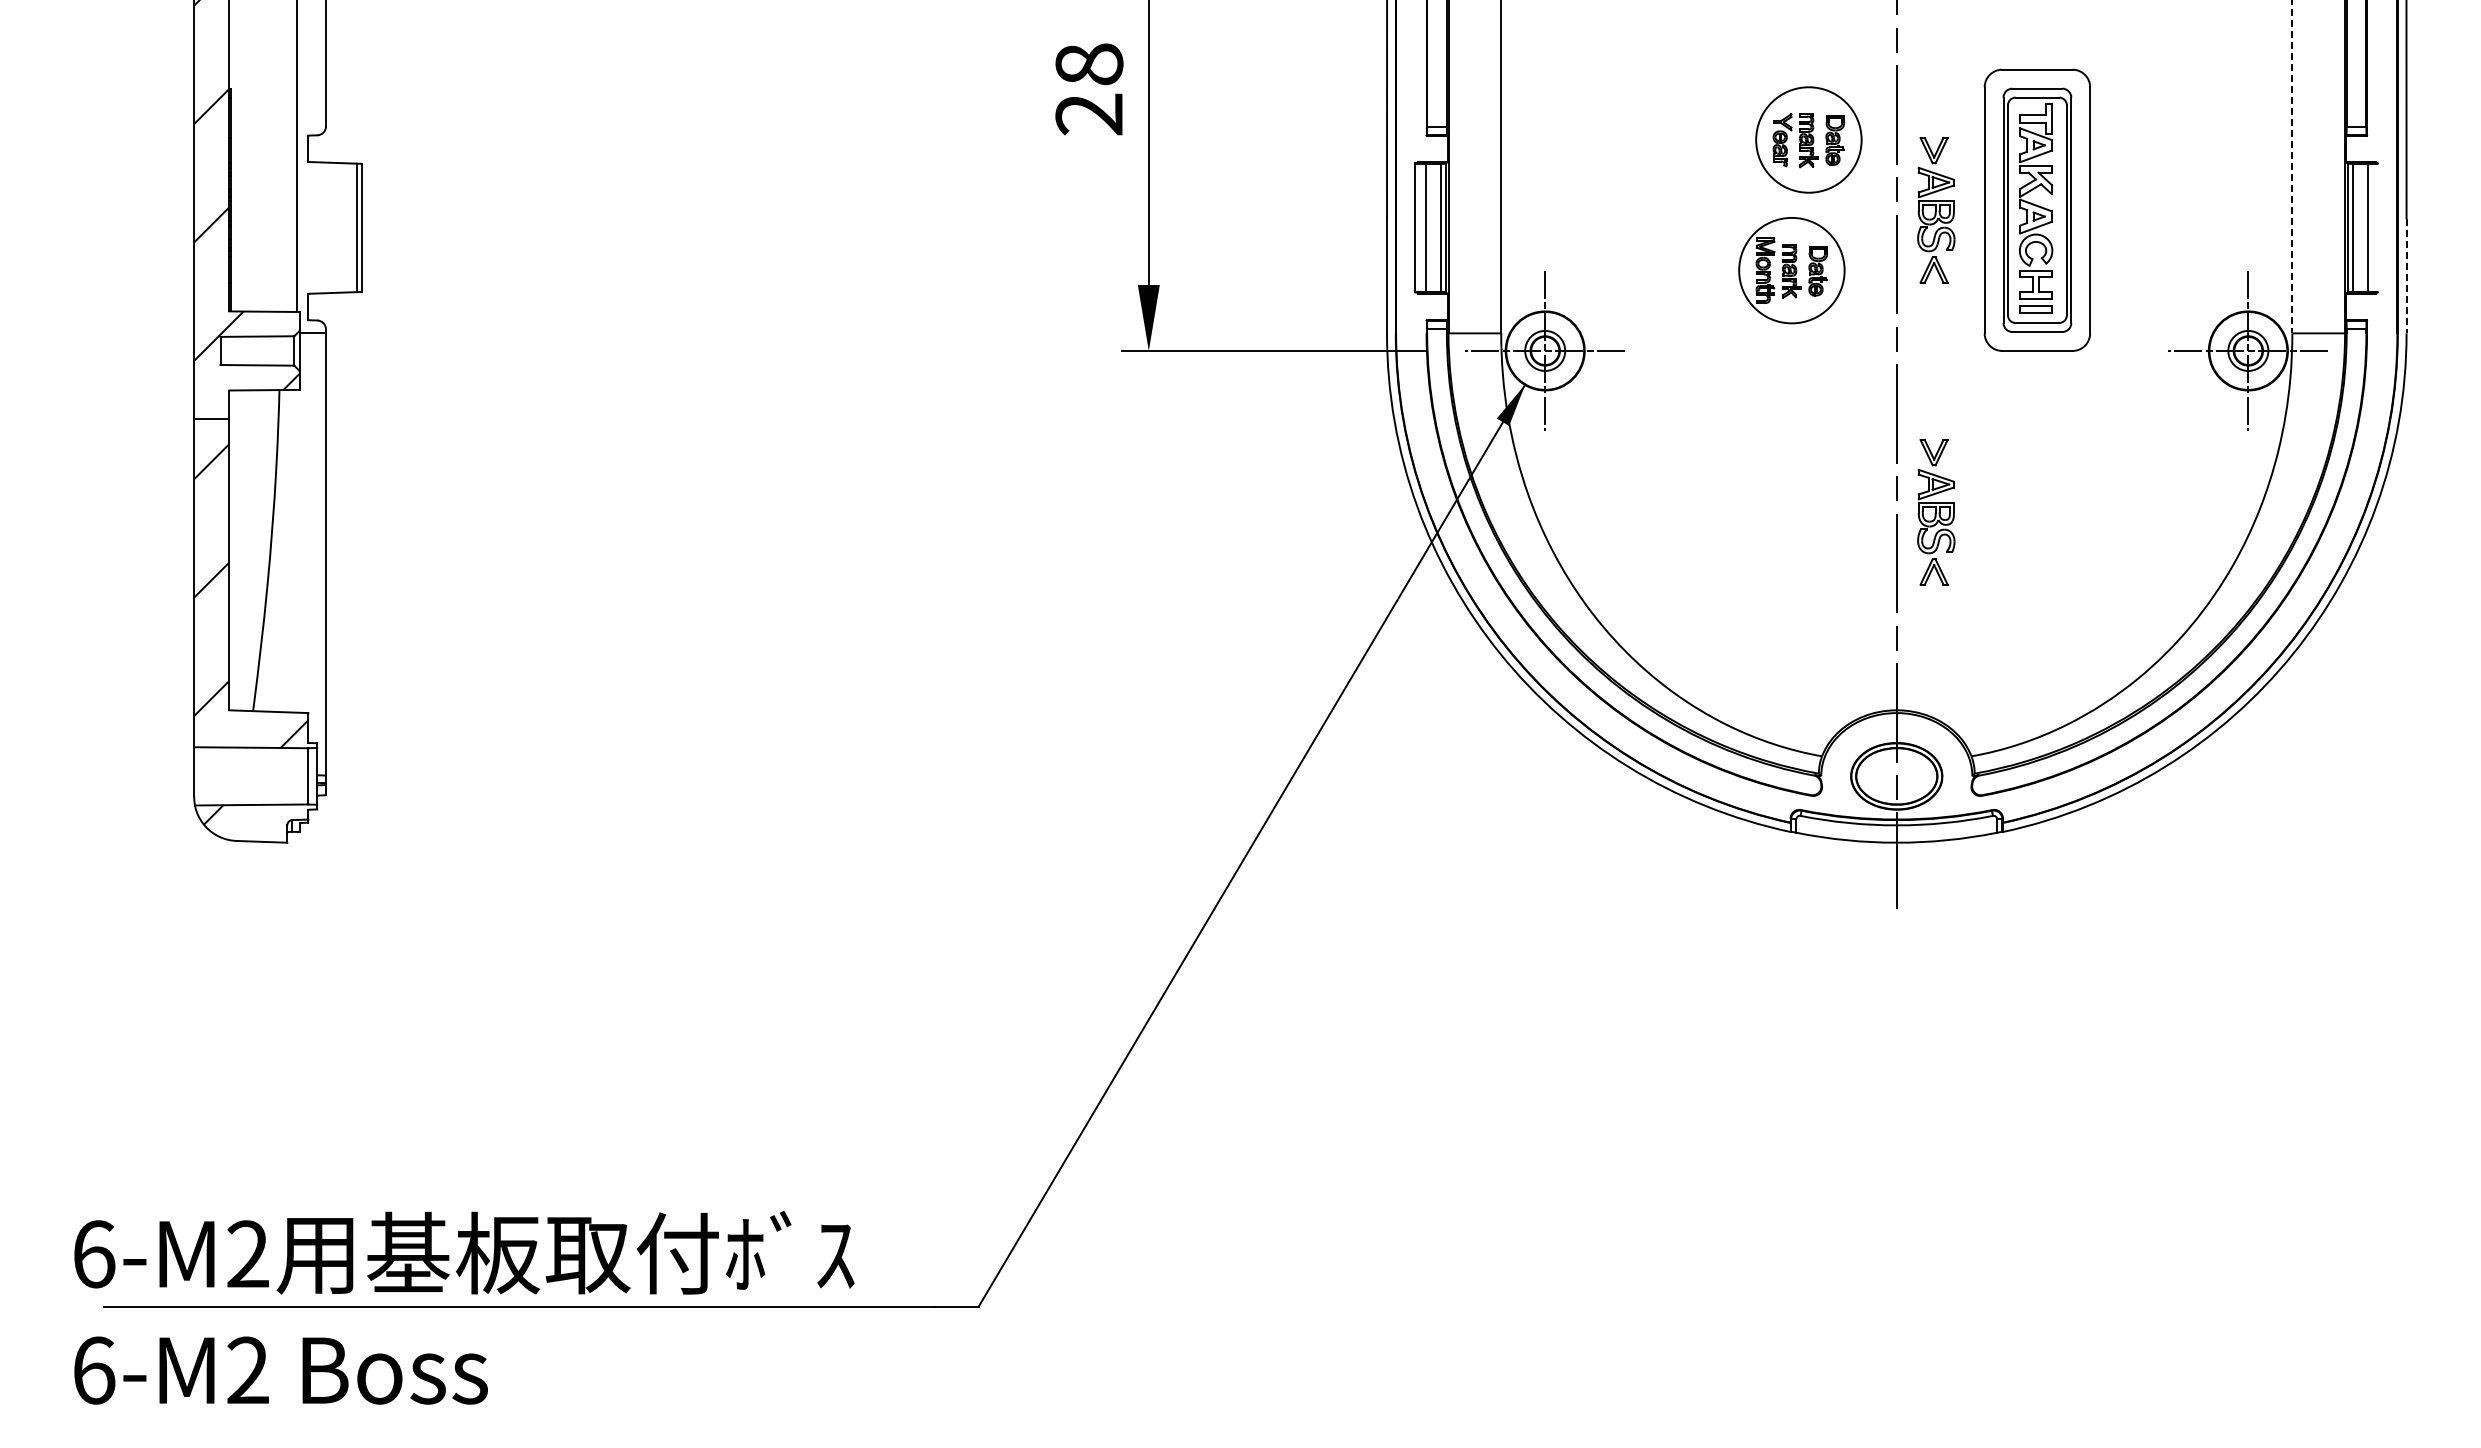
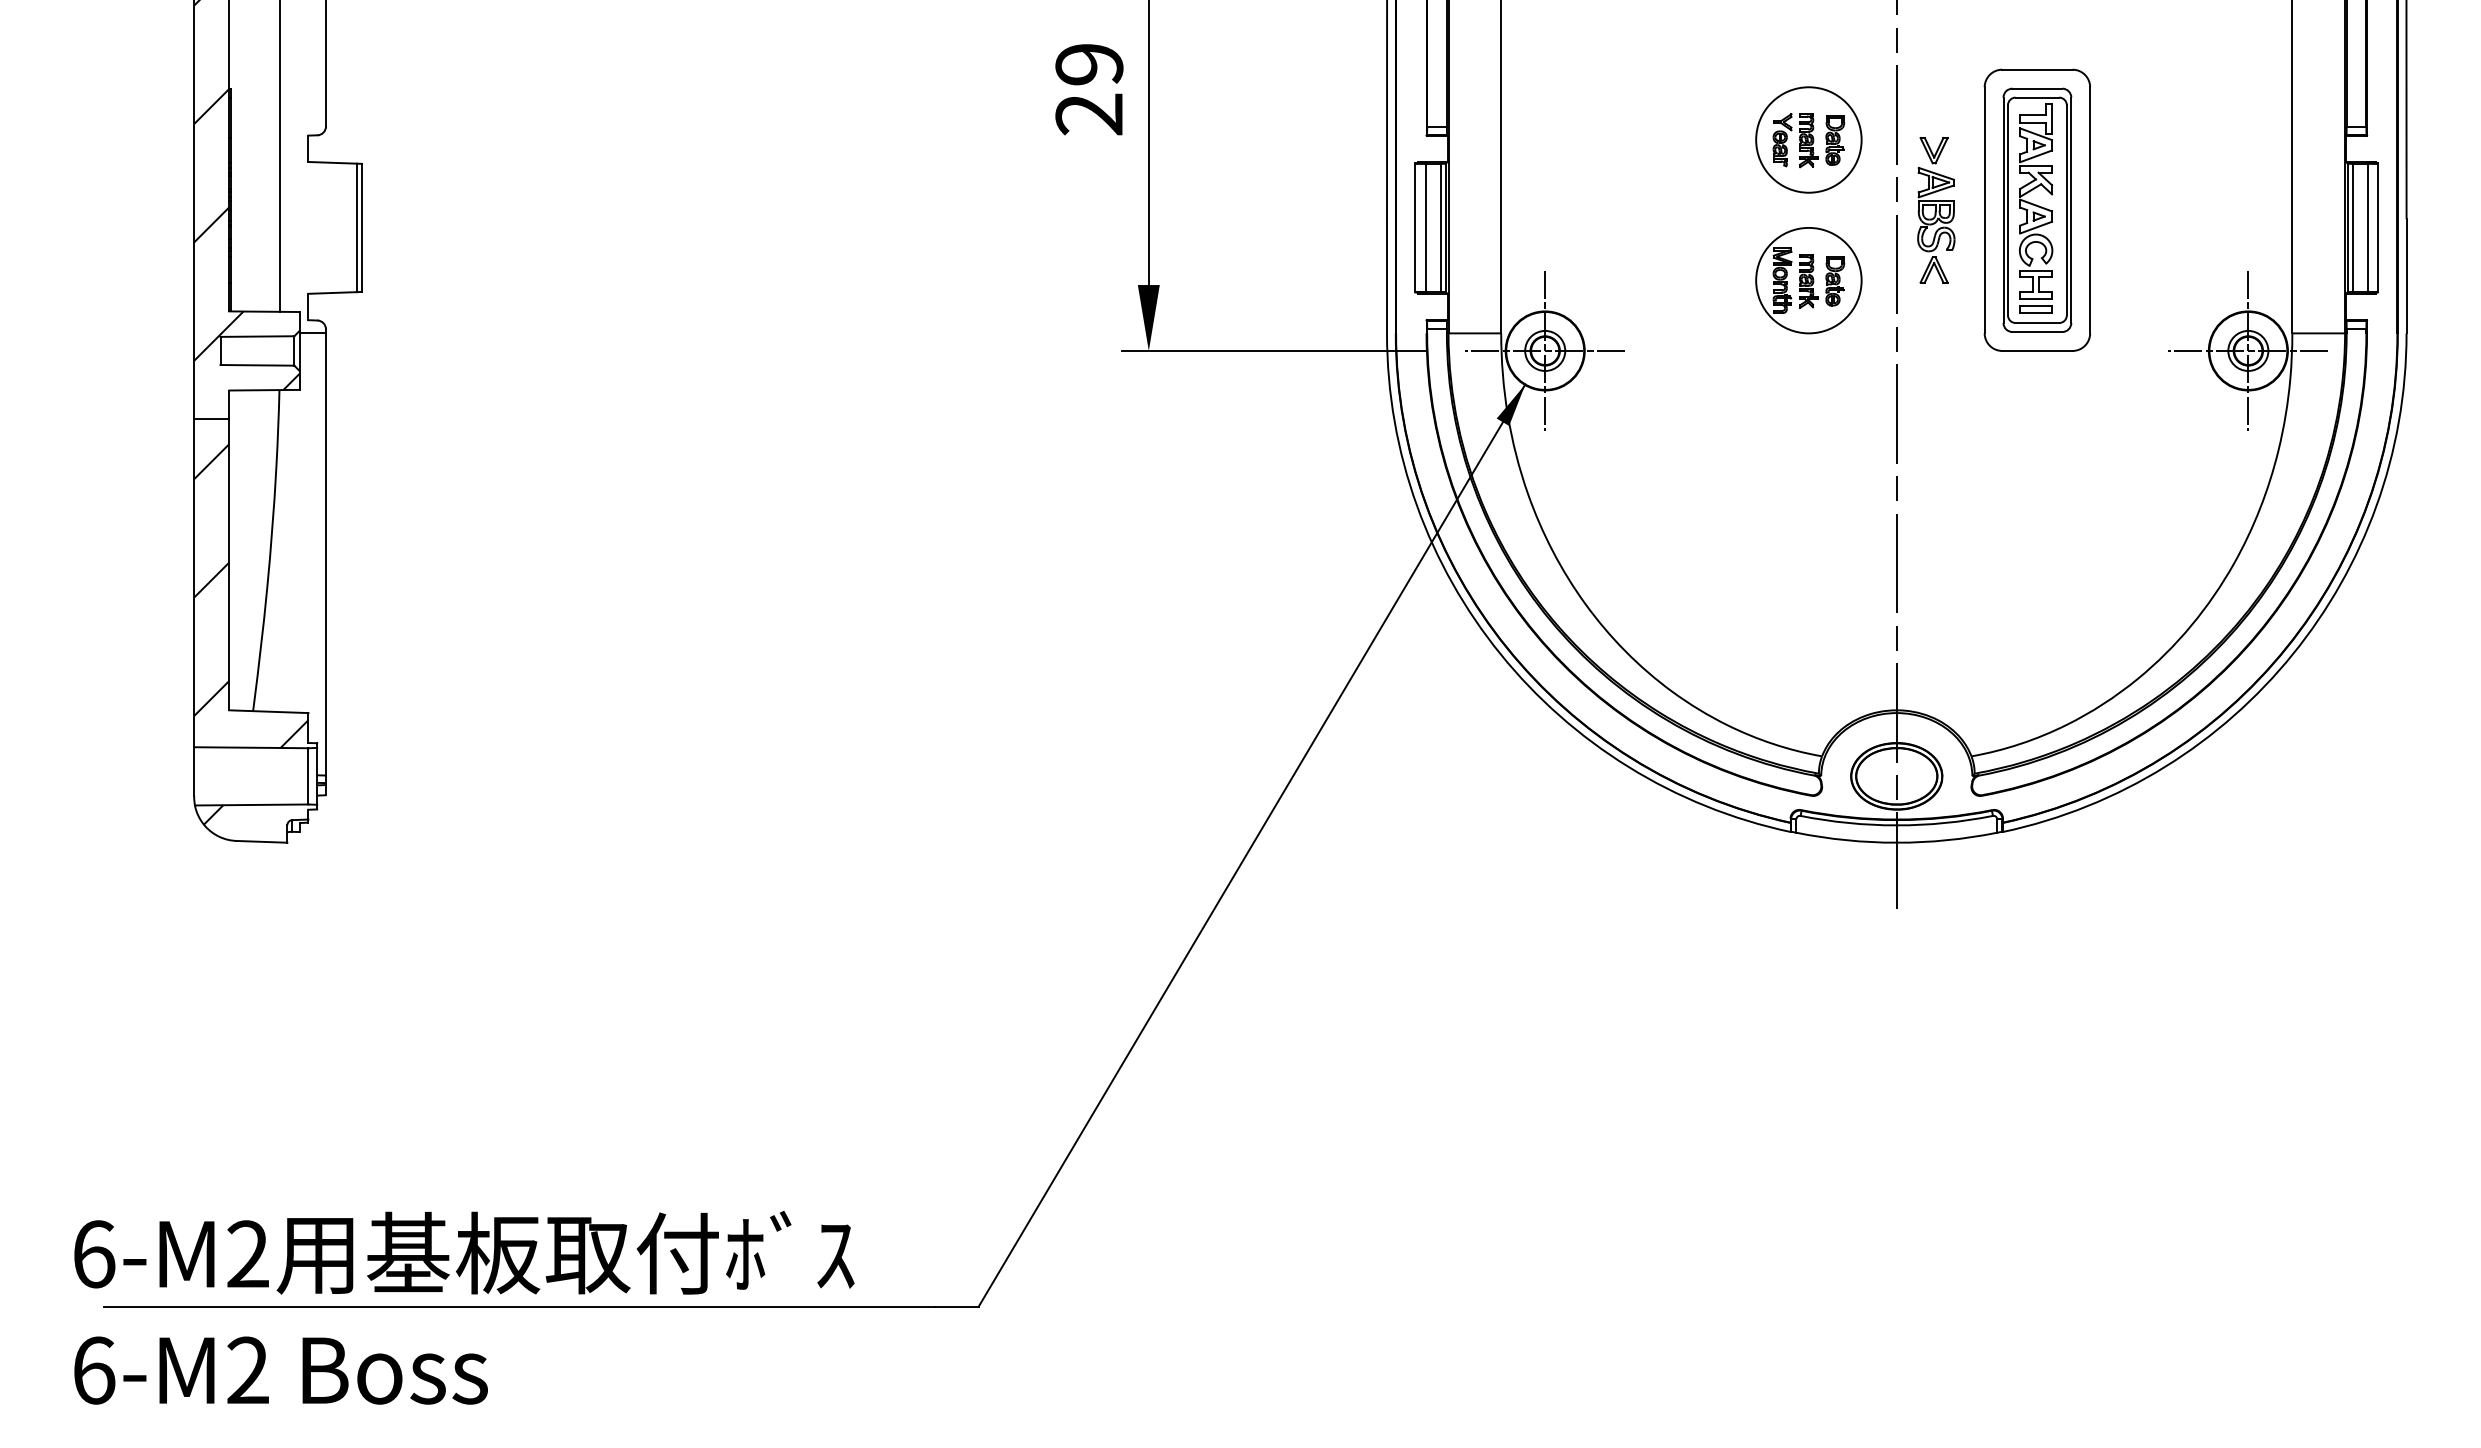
text at (1089, 64): 28 -> 29
line at (297, 156) position: (297, 156) -> (280, 156)
line at (2292, 167): dashed -> solid
line at (2378, 227): none -> present
part at (1791, 270) position: (1791, 270) -> (1808, 280)
line at (2406, 276): dashed -> solid
part at (1936, 512): present -> none
